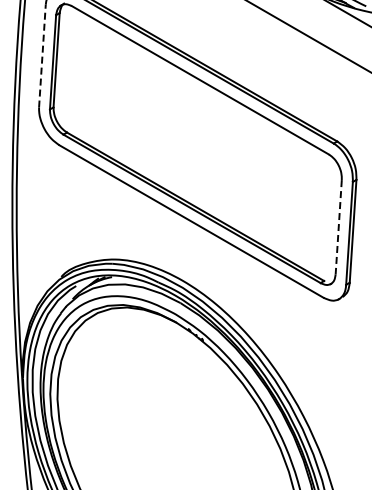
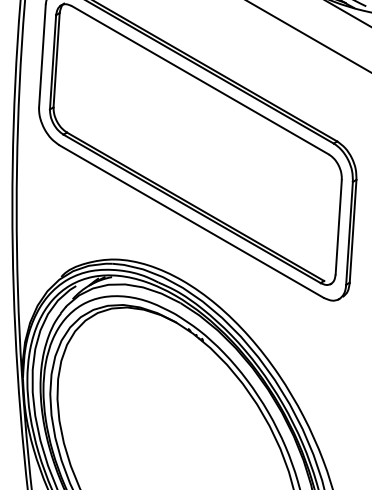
line at (42, 56): dashed -> solid
line at (338, 227): dashed -> solid
